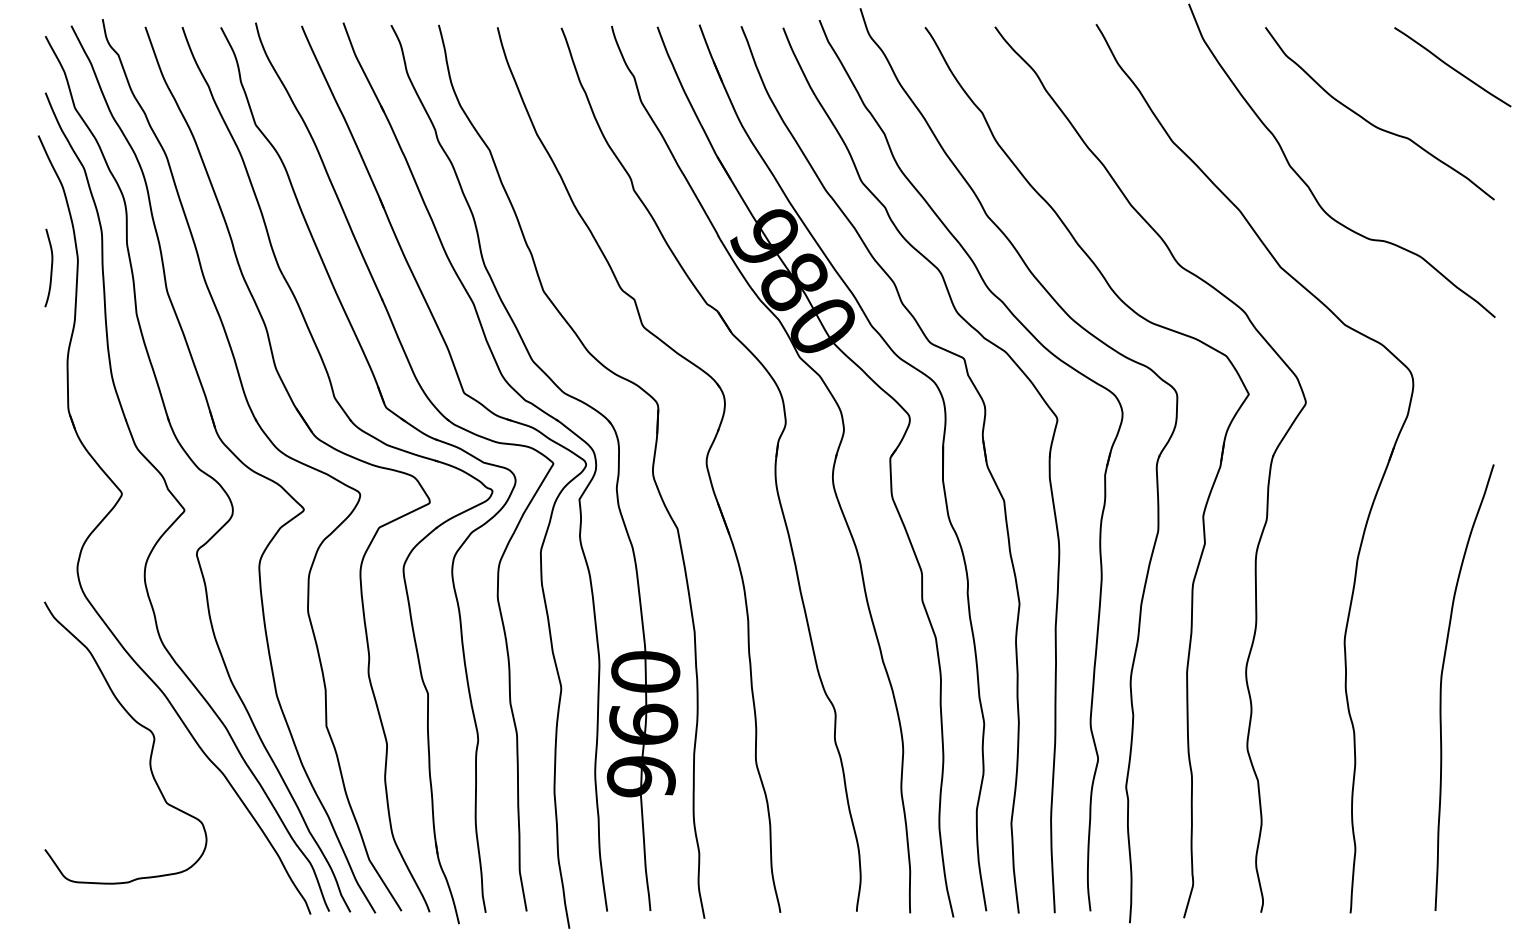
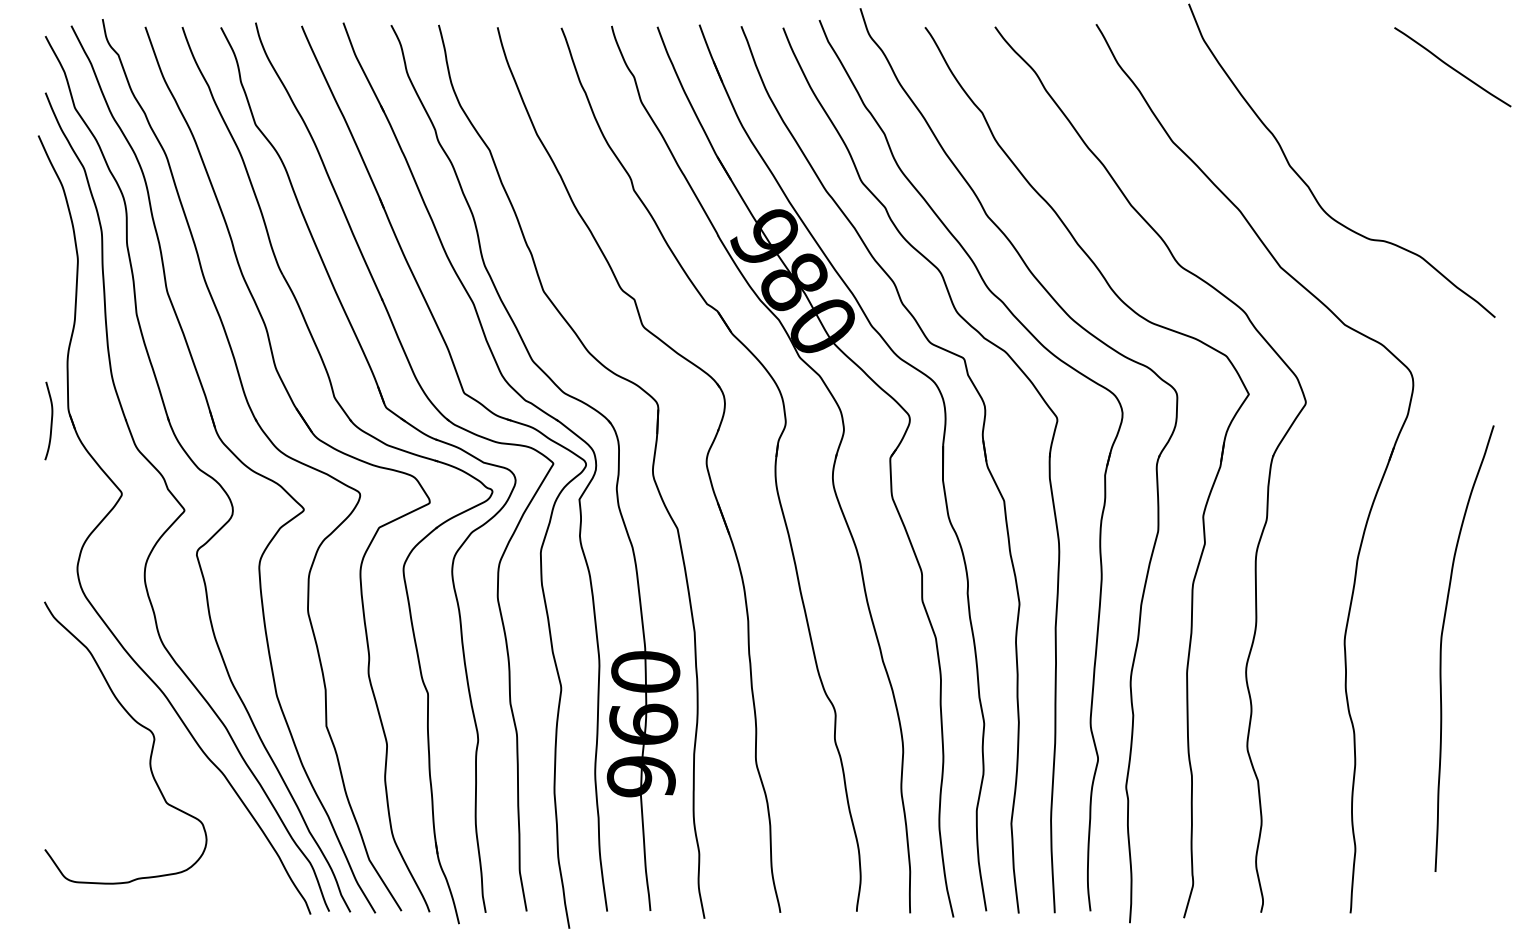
curve at (1372, 123): present -> none
curve at (50, 268) position: (50, 268) -> (50, 421)
curve at (1441, 687) position: (1441, 687) -> (1441, 648)
